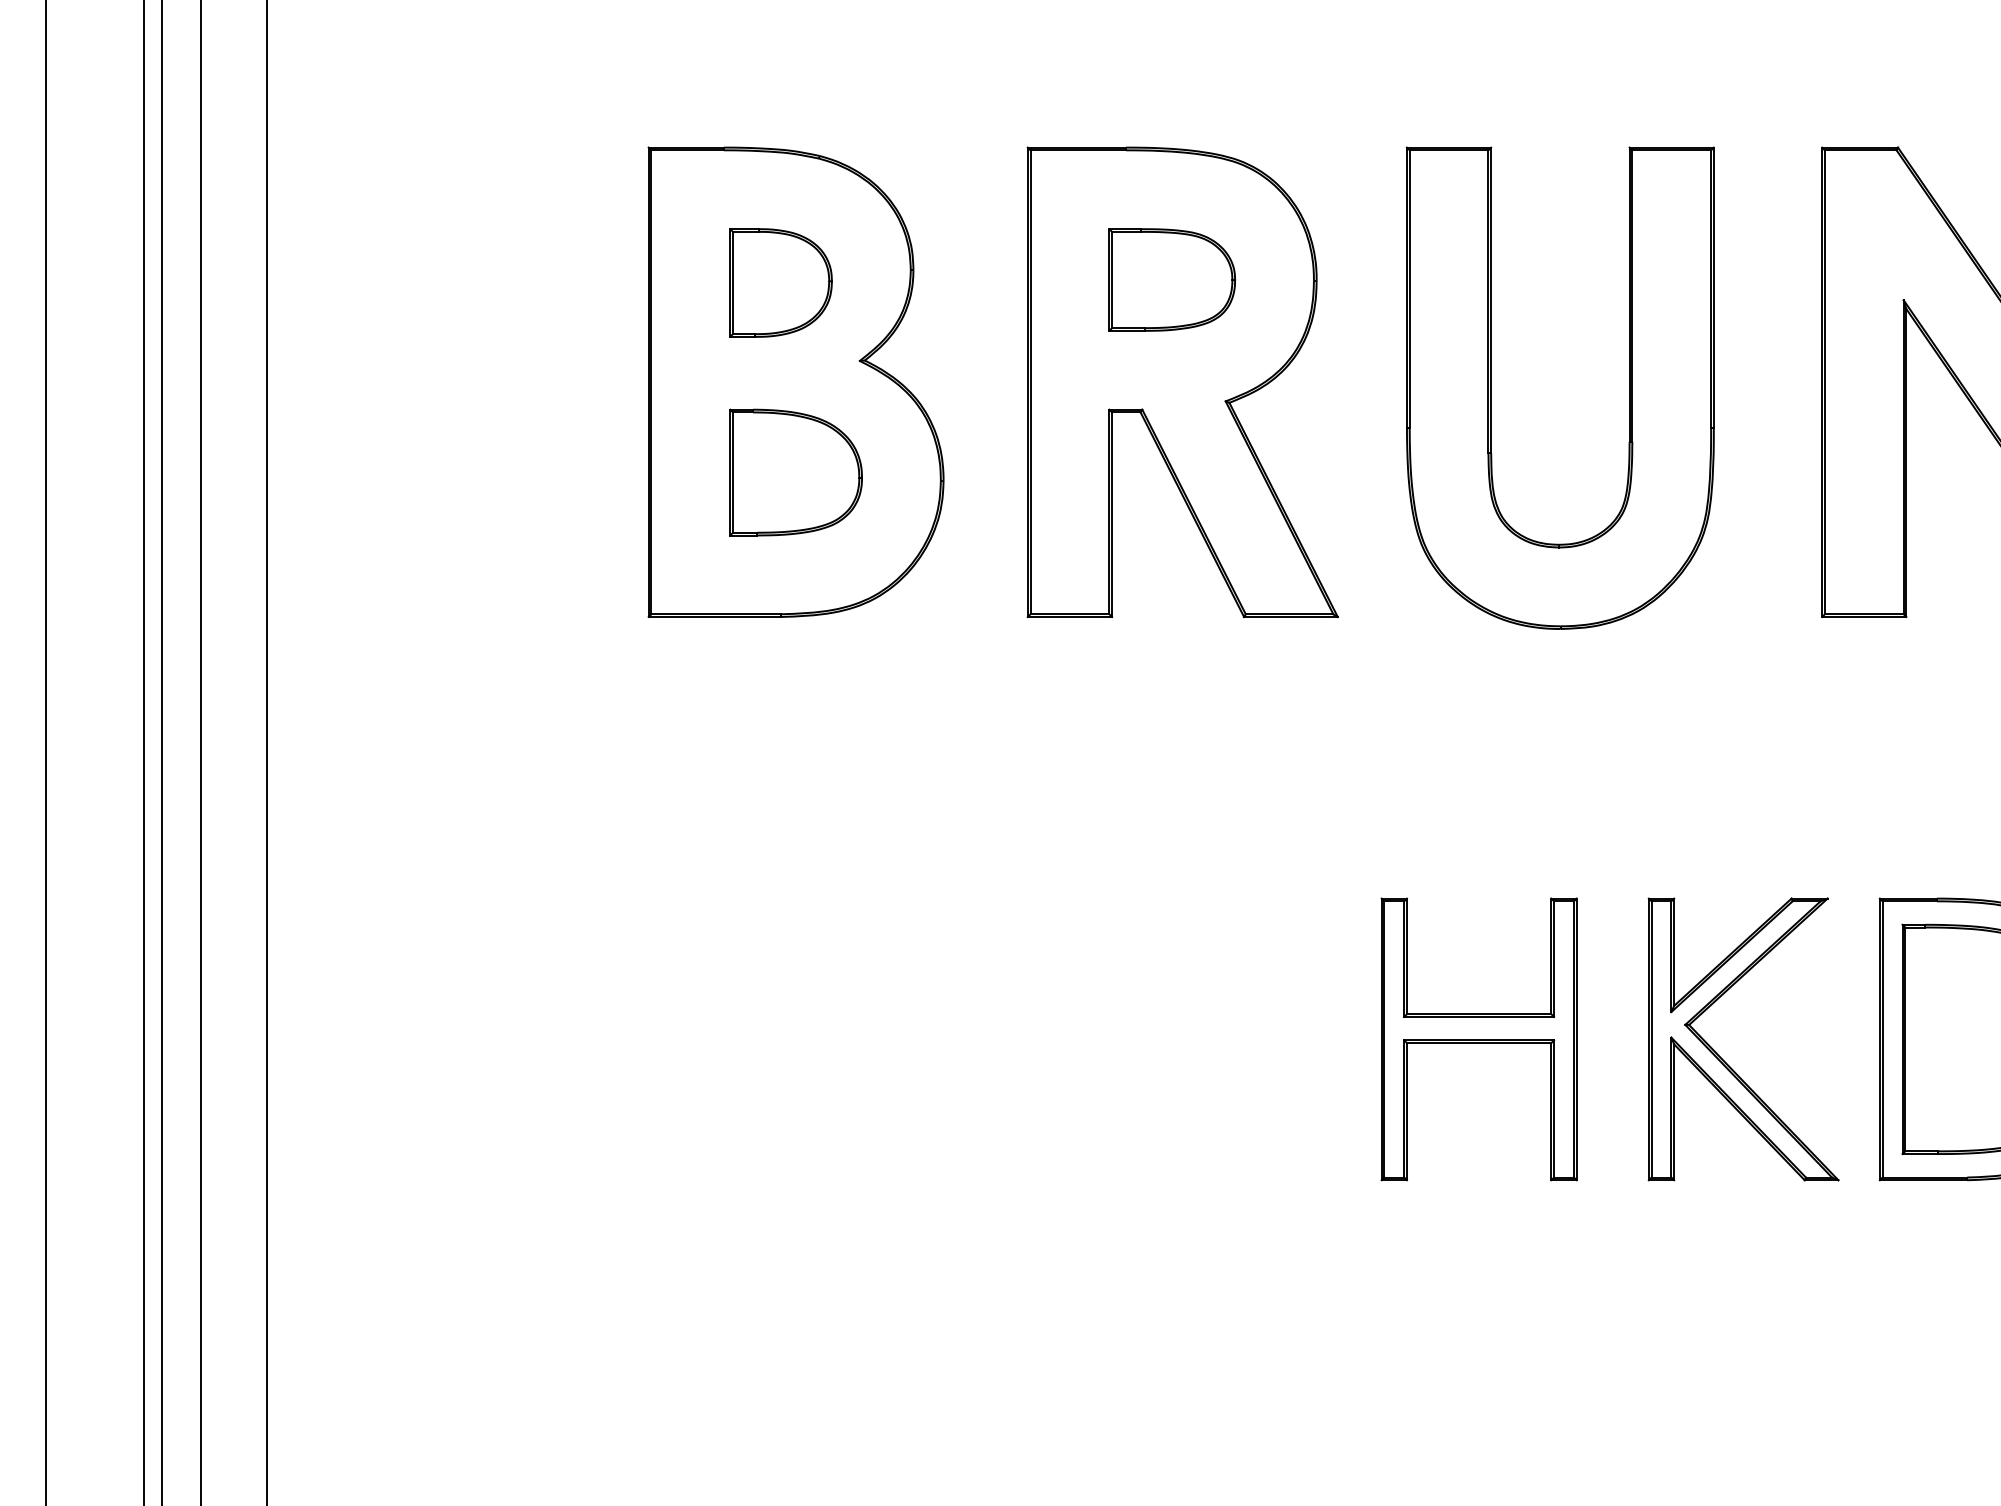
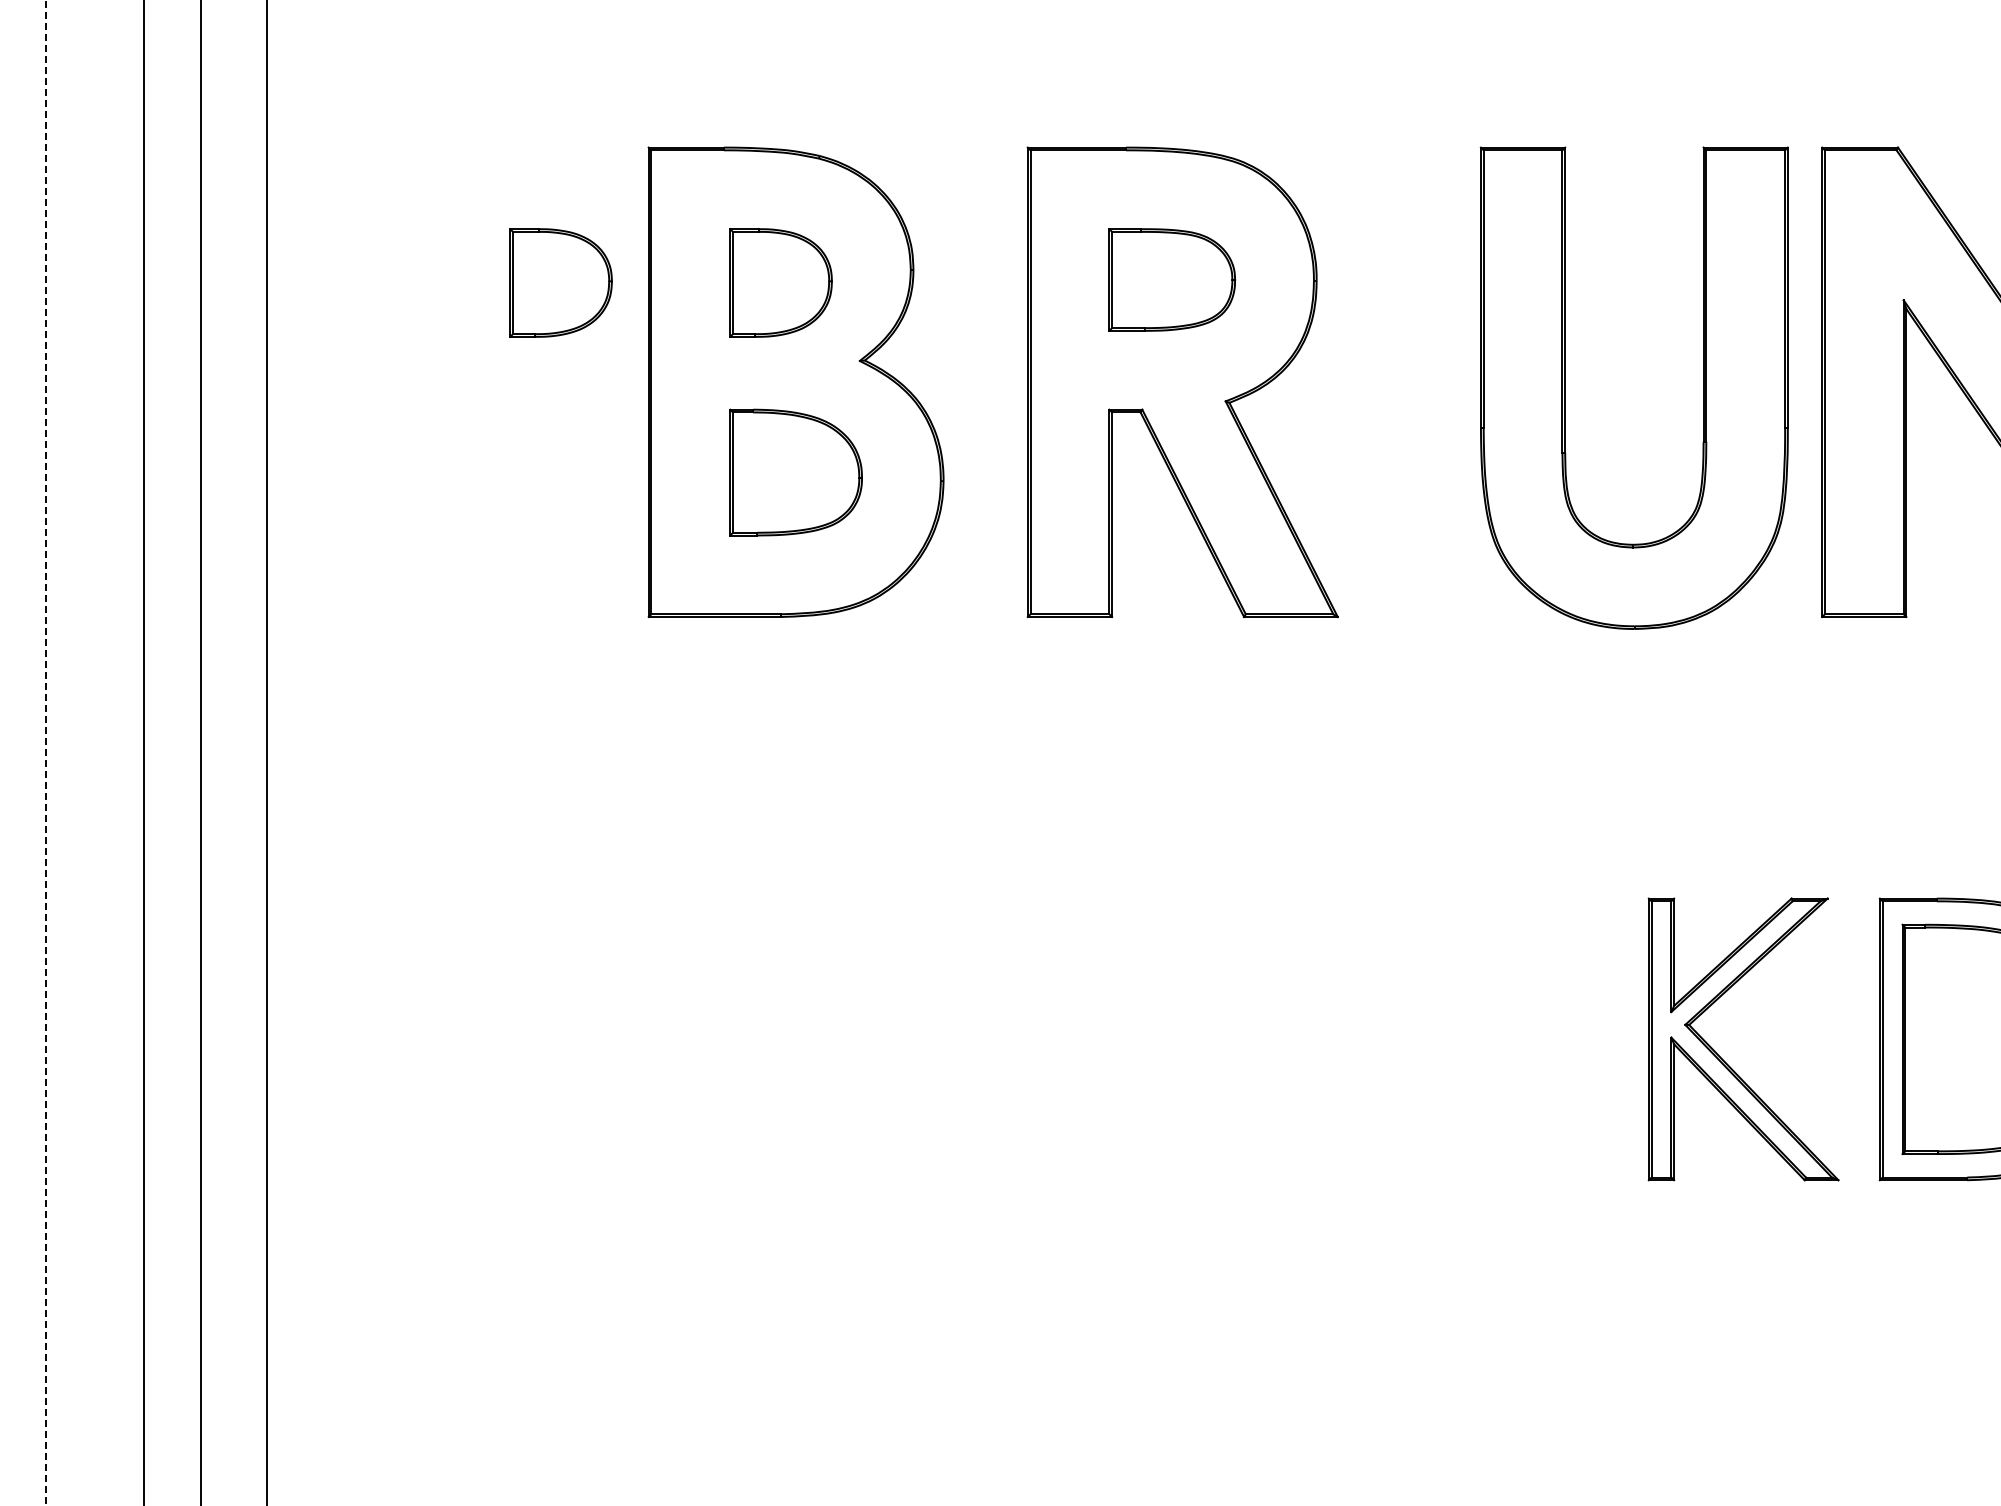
part at (560, 282): none -> present
part at (1491, 387) position: (1491, 387) -> (1565, 387)
line at (162, 752): present -> none
line at (46, 753): solid -> dashed
part at (1478, 1039): present -> none
